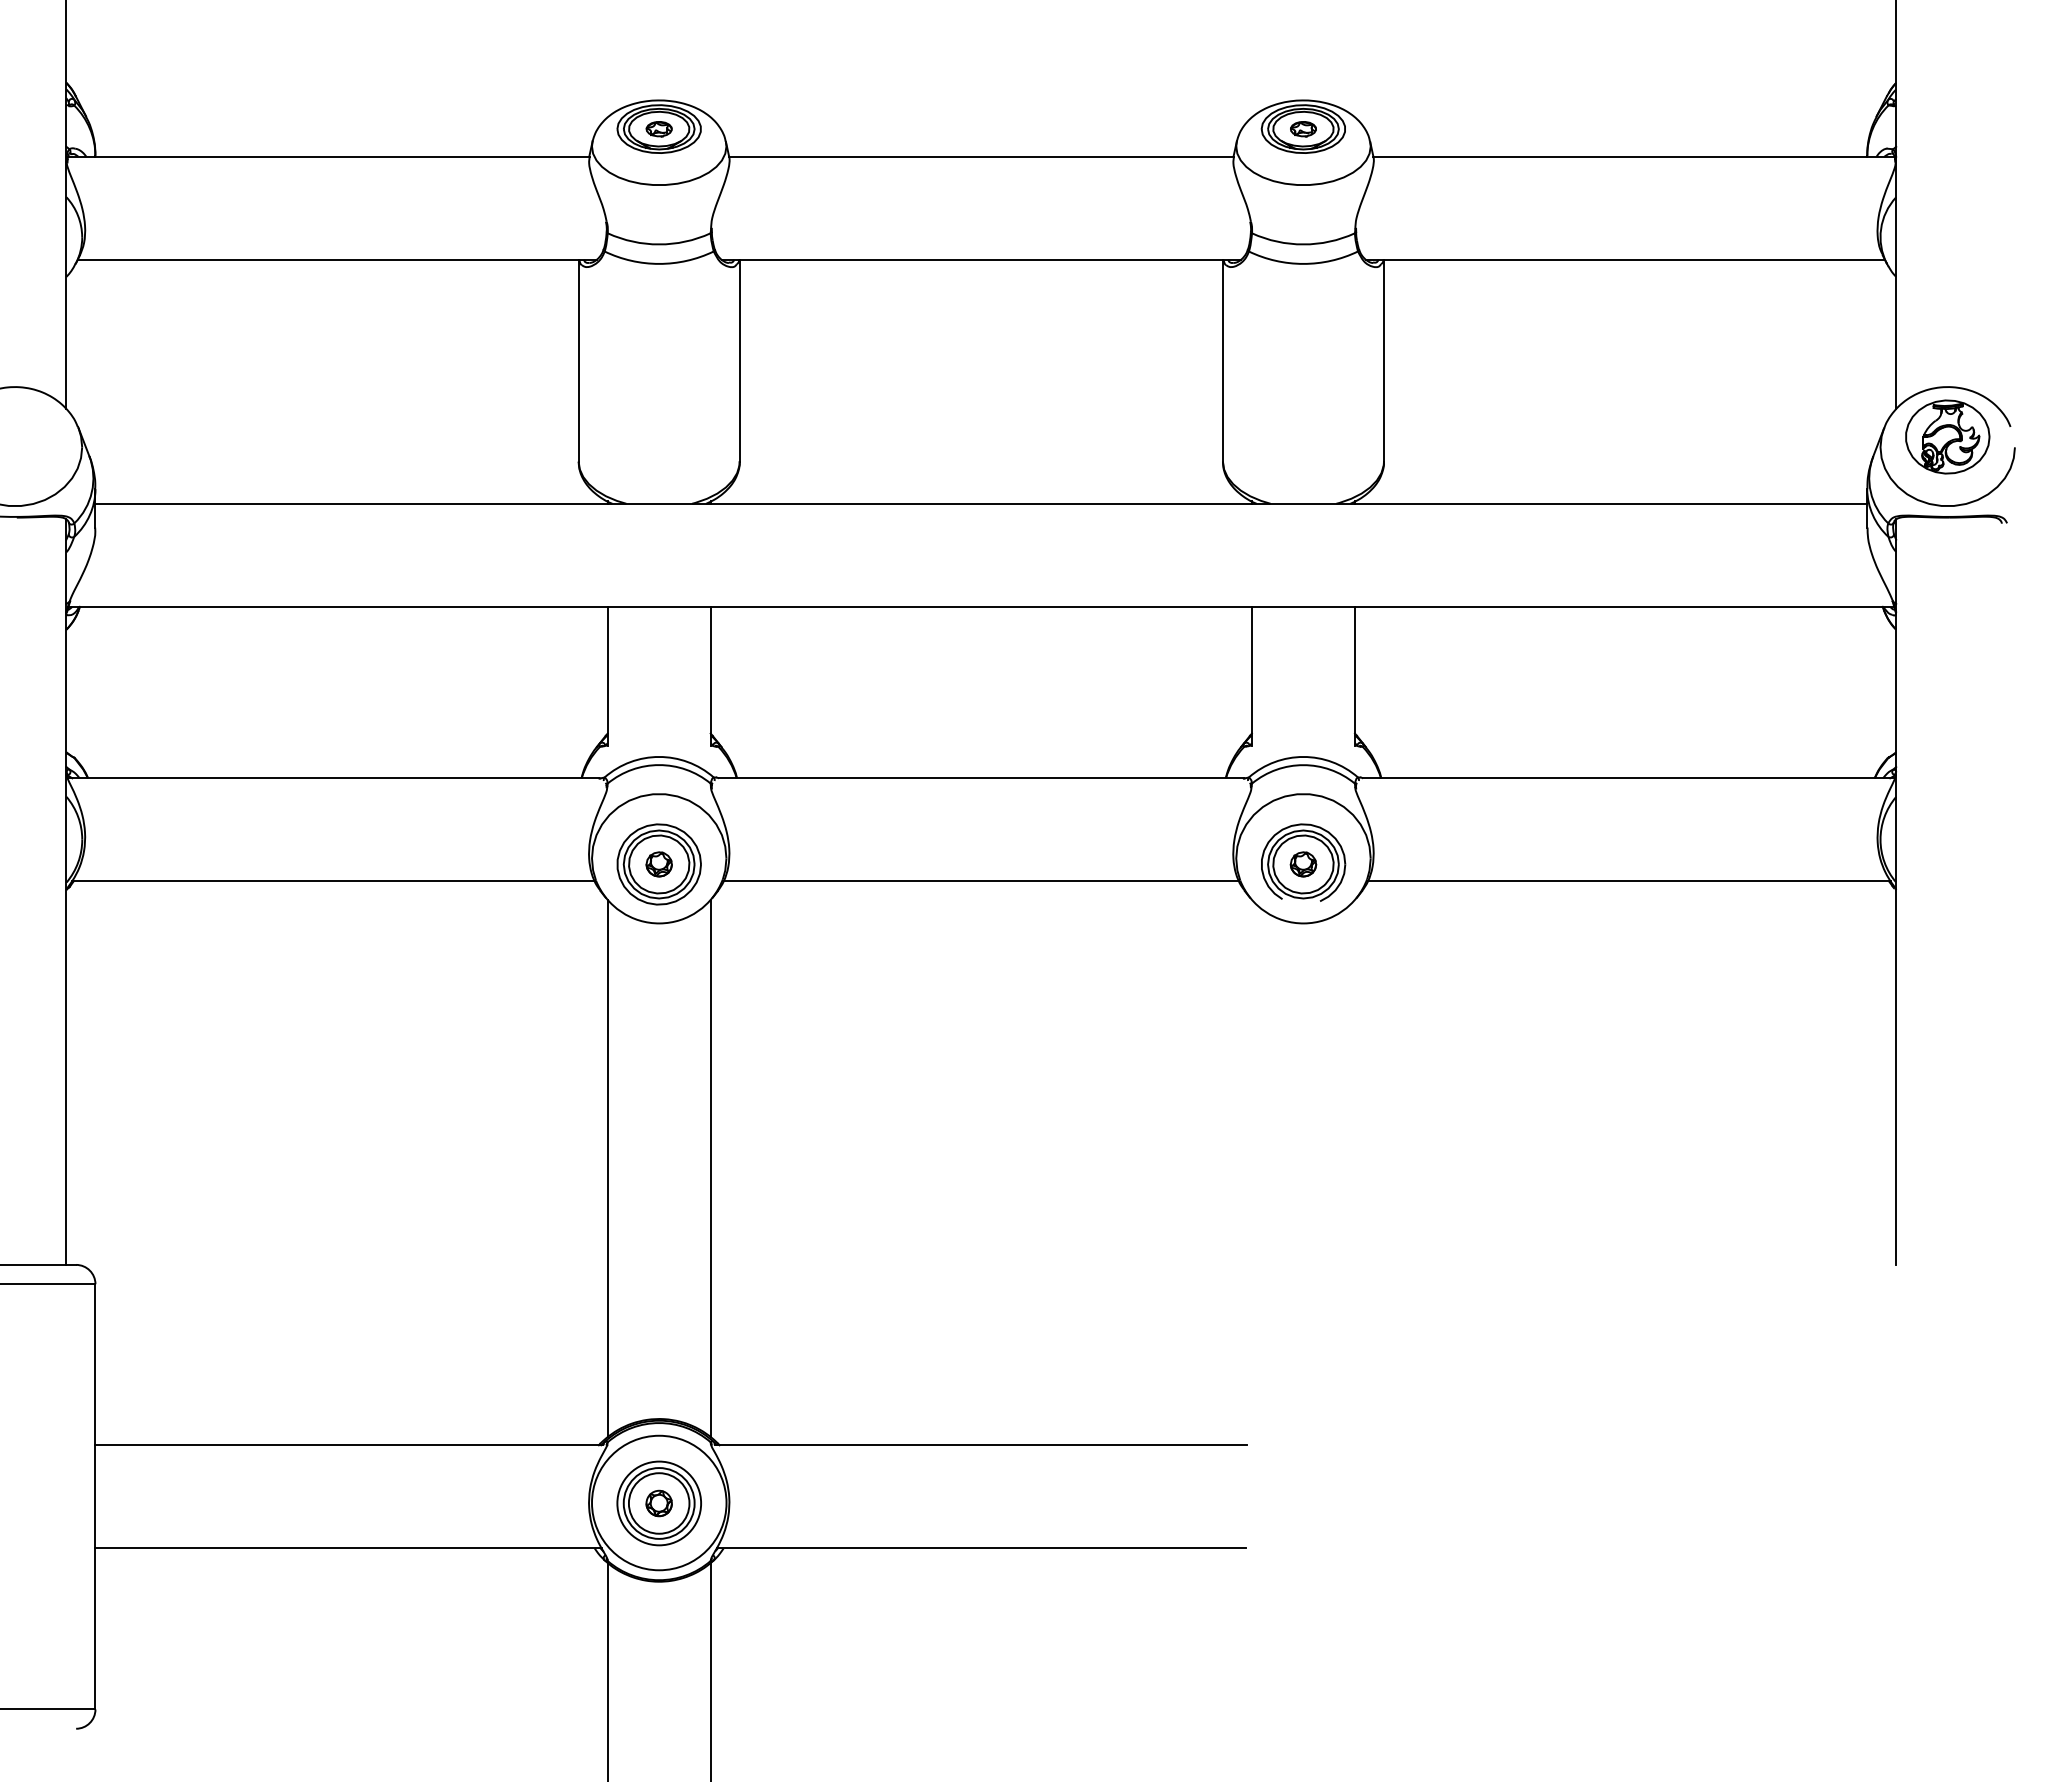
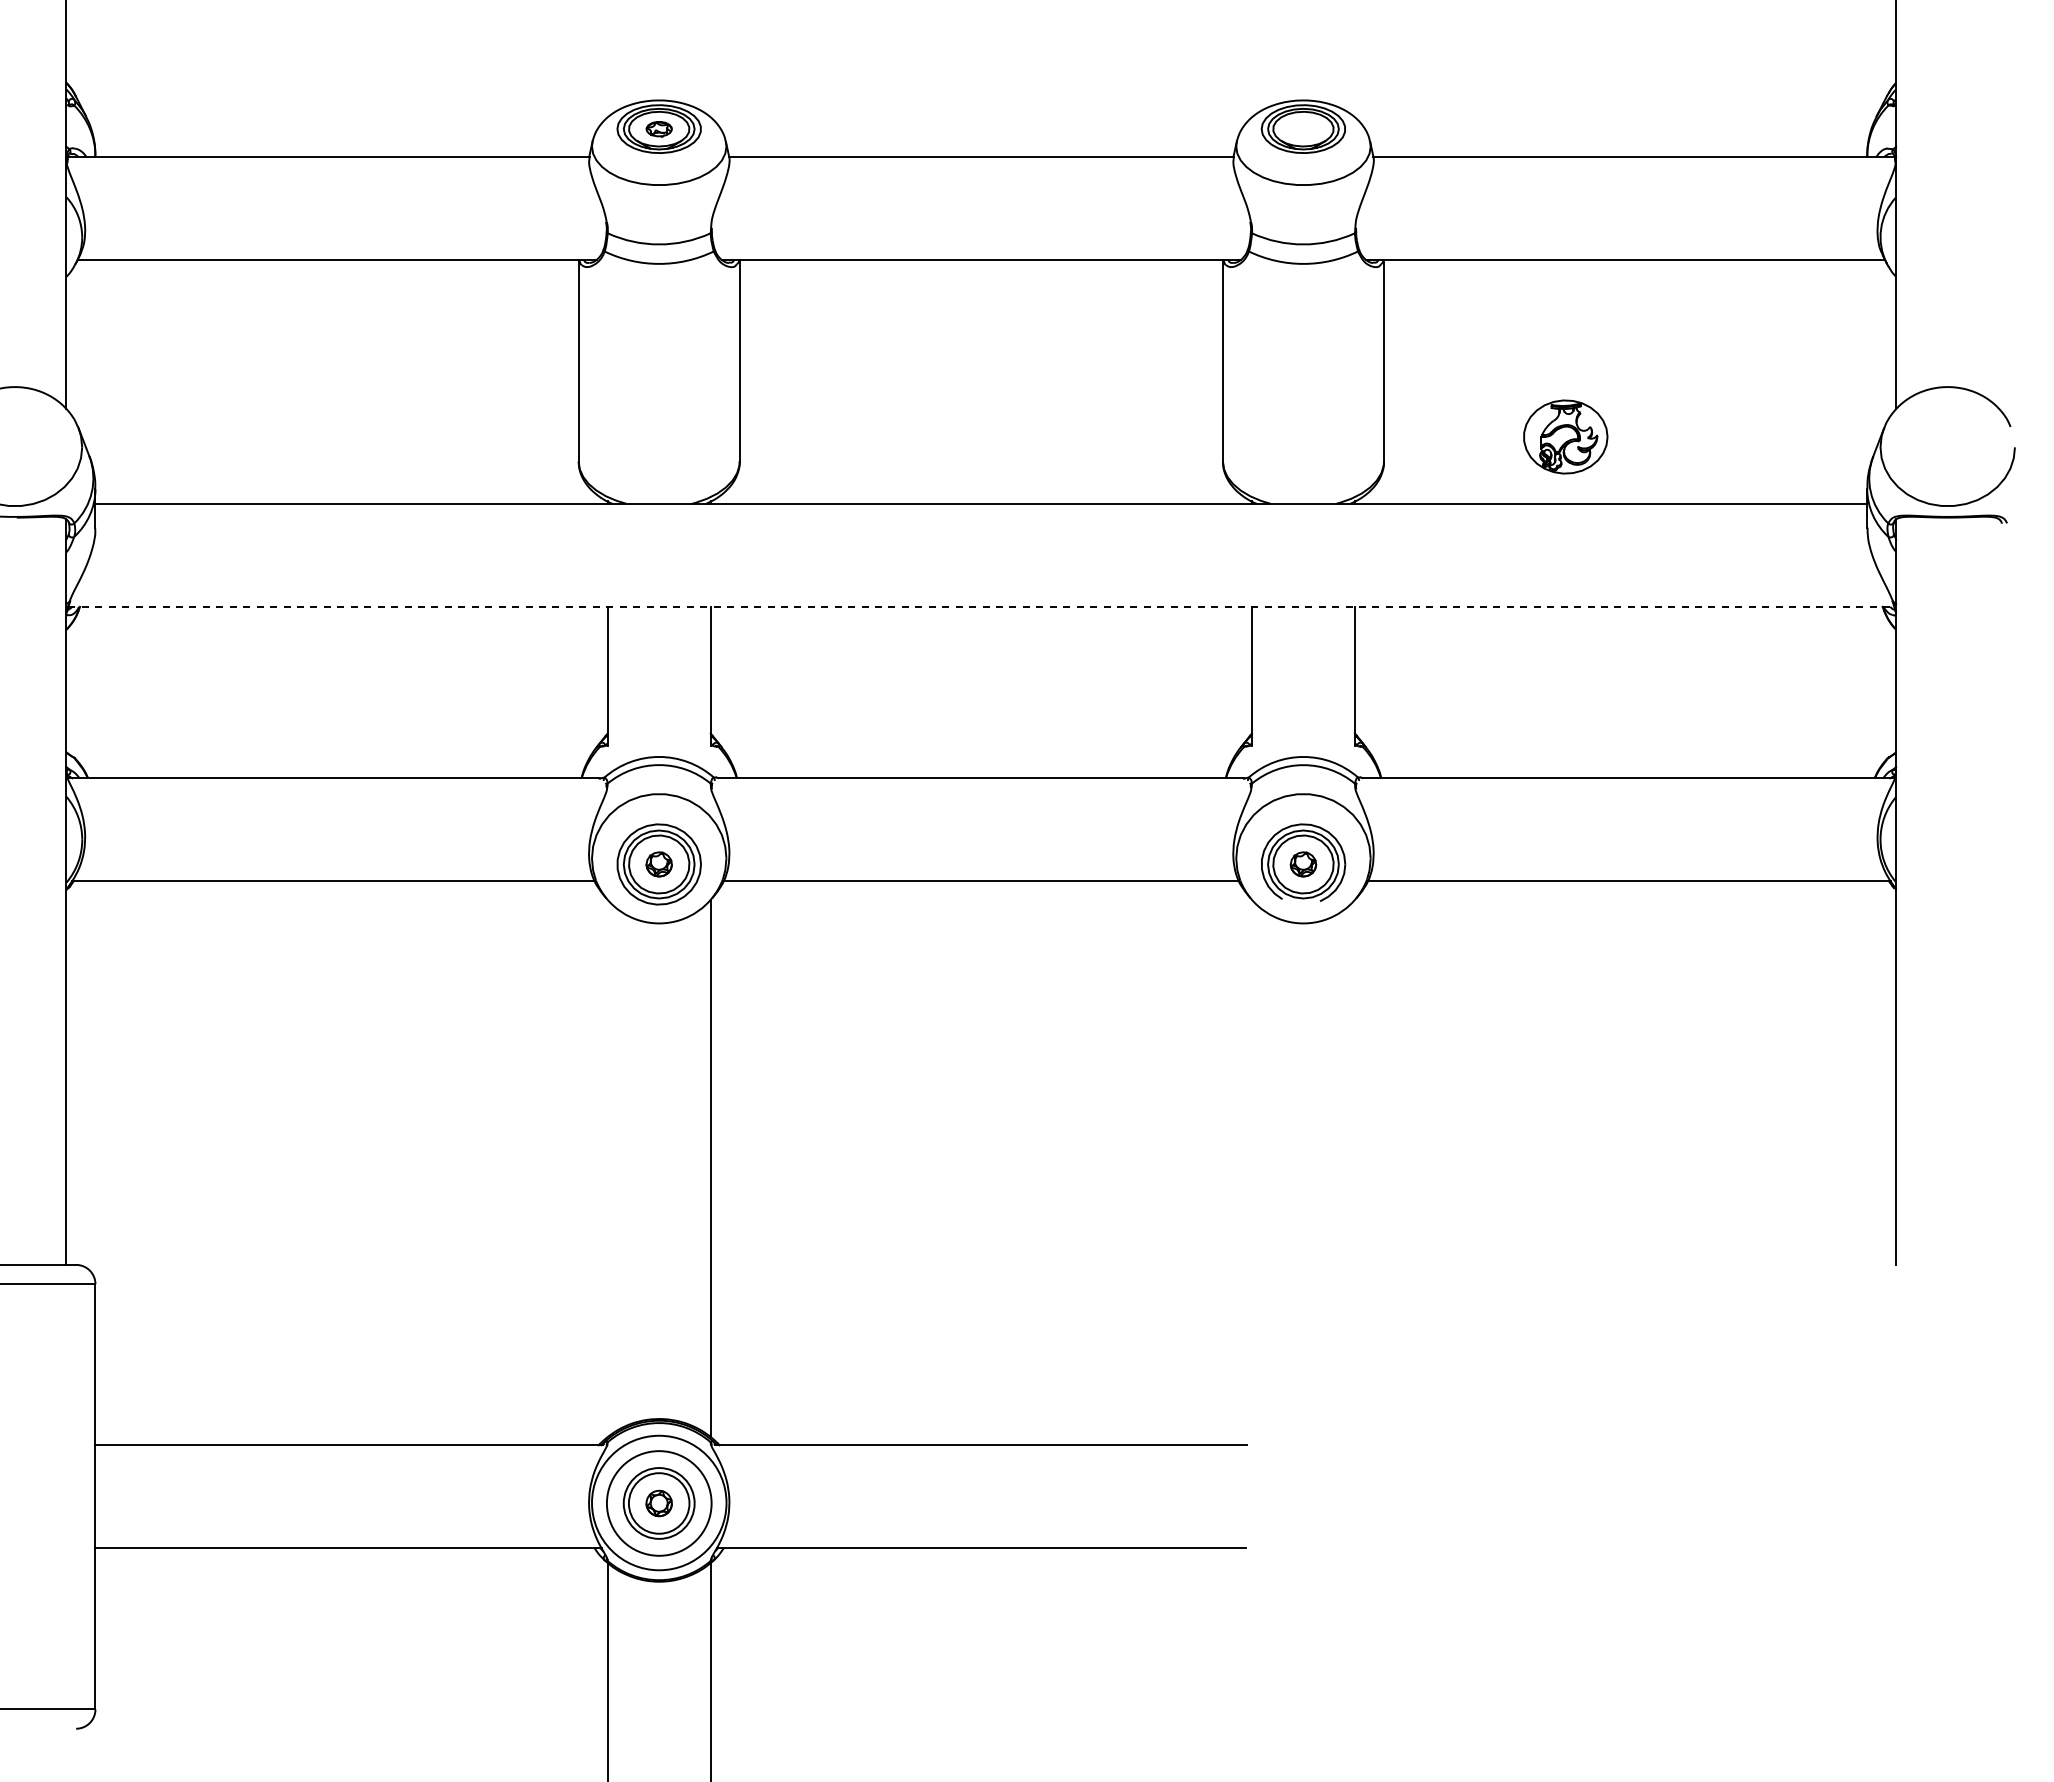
part at (1303, 129): present -> none
part at (1947, 436) position: (1947, 436) -> (1565, 436)
line at (981, 606): solid -> dashed
line at (607, 1168): present -> none
circle at (659, 1503) diameter: 84 px -> 105 px
